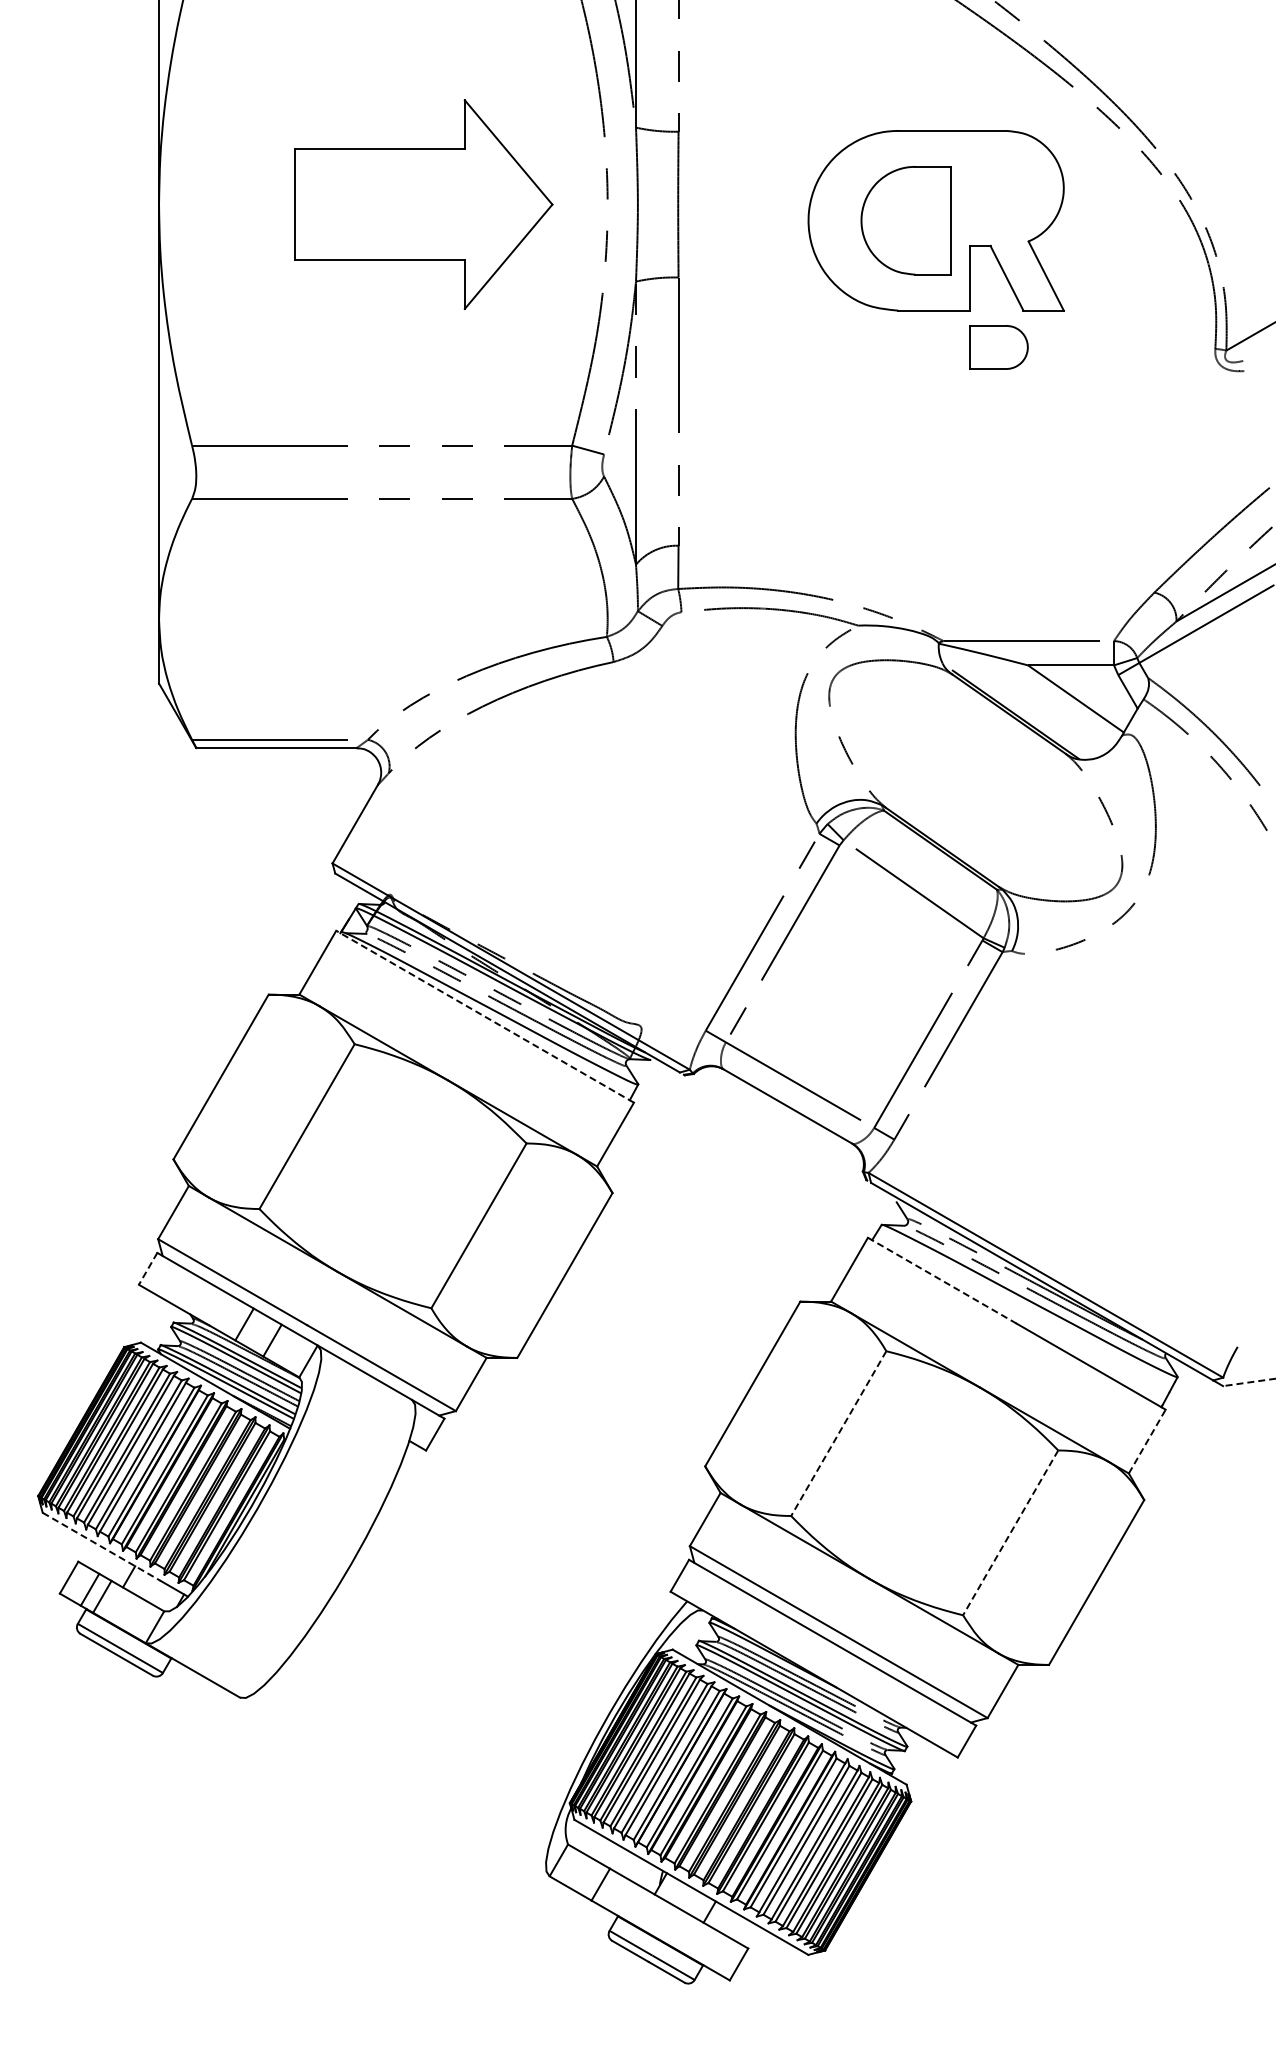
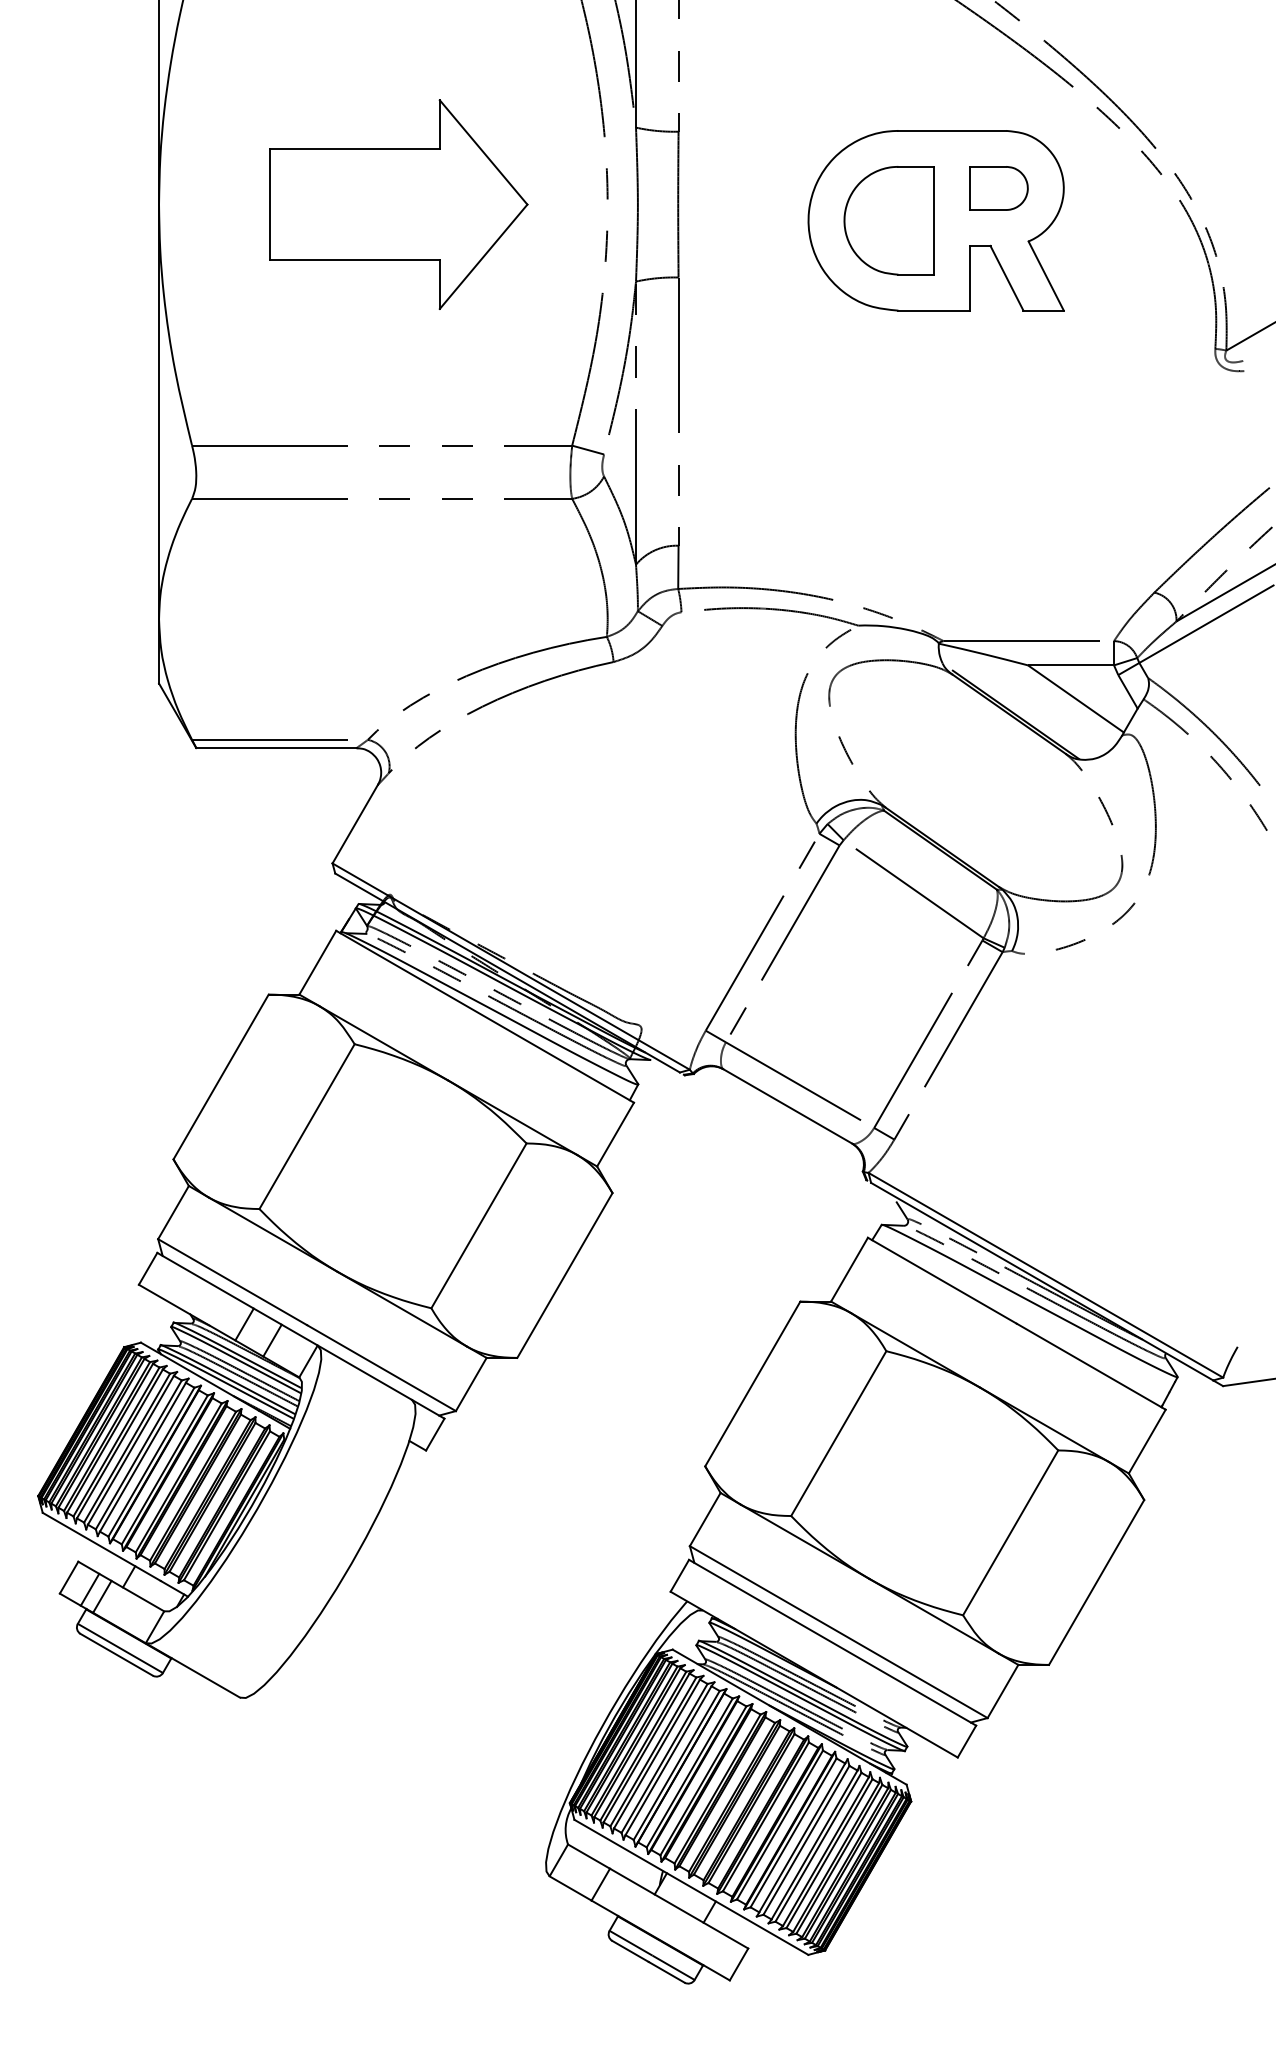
part at (423, 204) position: (423, 204) -> (398, 204)
part at (905, 220) position: (905, 220) -> (888, 220)
part at (998, 347) position: (998, 347) -> (998, 188)
line at (485, 1016): dashed -> solid
line at (147, 1269): dashed -> solid
line at (942, 1280): dashed -> solid
line at (1248, 1382): dashed -> solid
line at (838, 1434): dashed -> solid
line at (1147, 1441): dashed -> solid
line at (1010, 1533): dashed -> solid
line at (102, 1547): dashed -> solid
